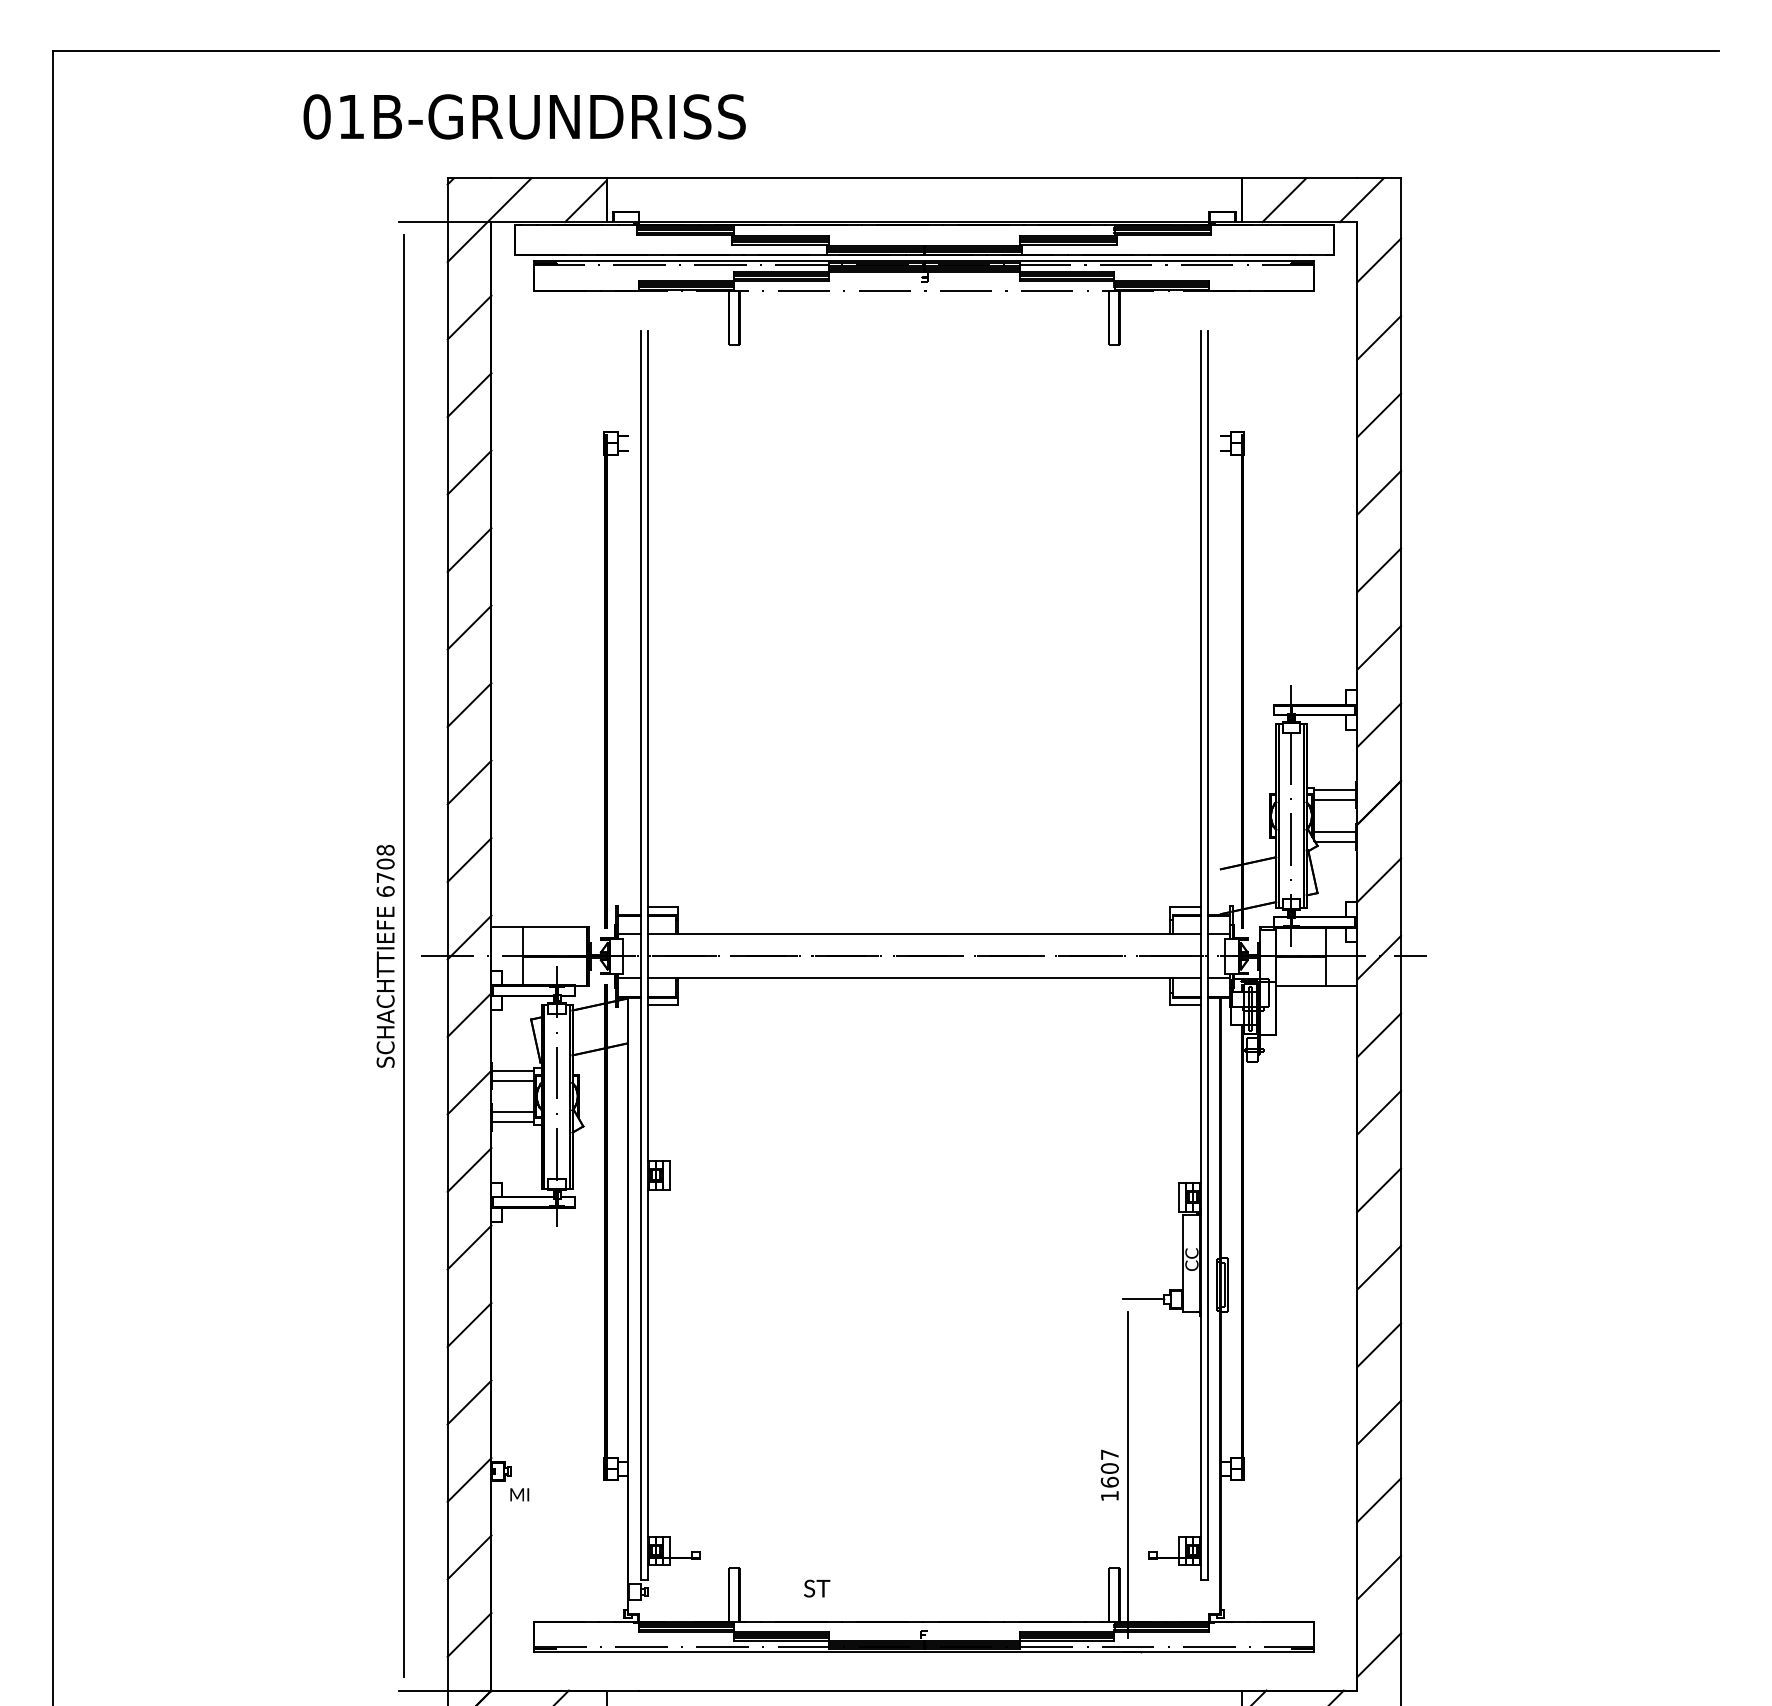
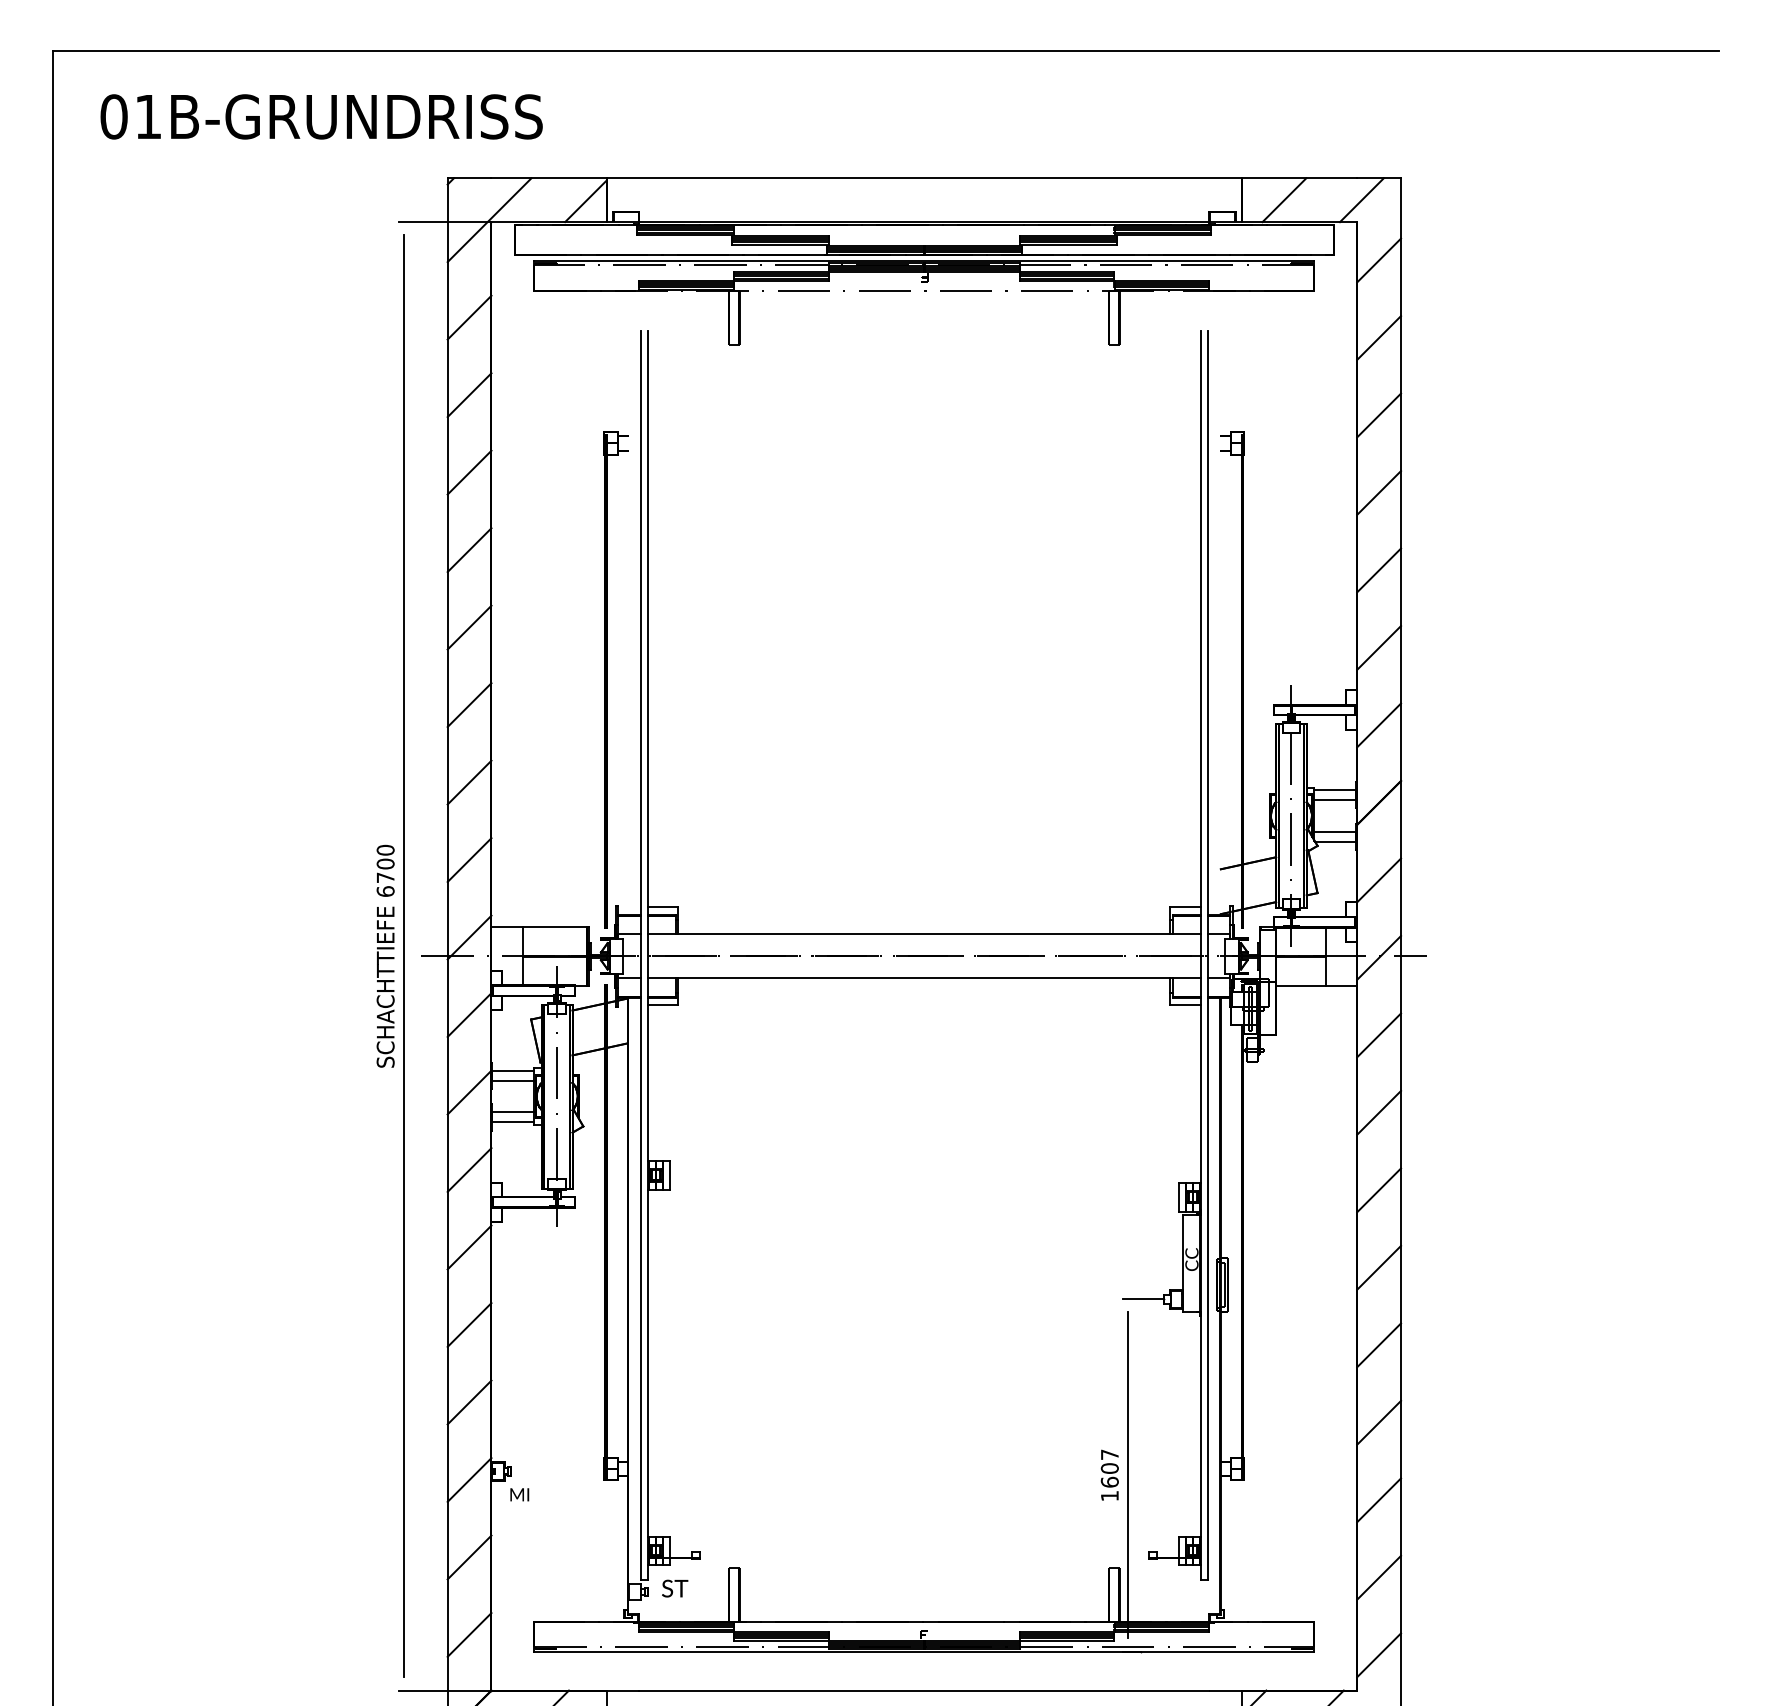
text at (524, 116) position: (524, 116) -> (321, 116)
text at (385, 849): 6708 -> 6700
text at (817, 1588) position: (817, 1588) -> (675, 1588)
